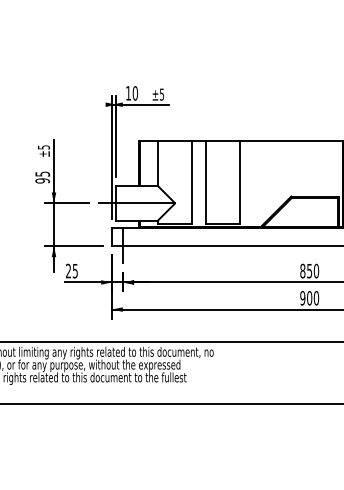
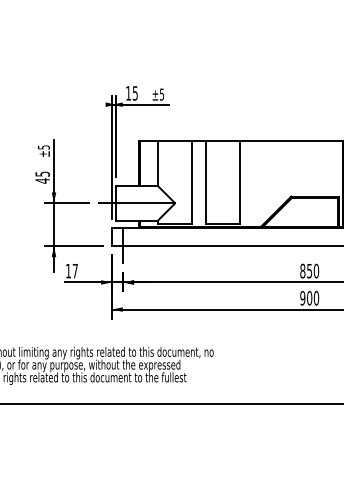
text at (134, 93): 10 -> 15
text at (42, 180): 95 -> 45
text at (71, 270): 25 -> 17
line at (171, 341): present -> none
